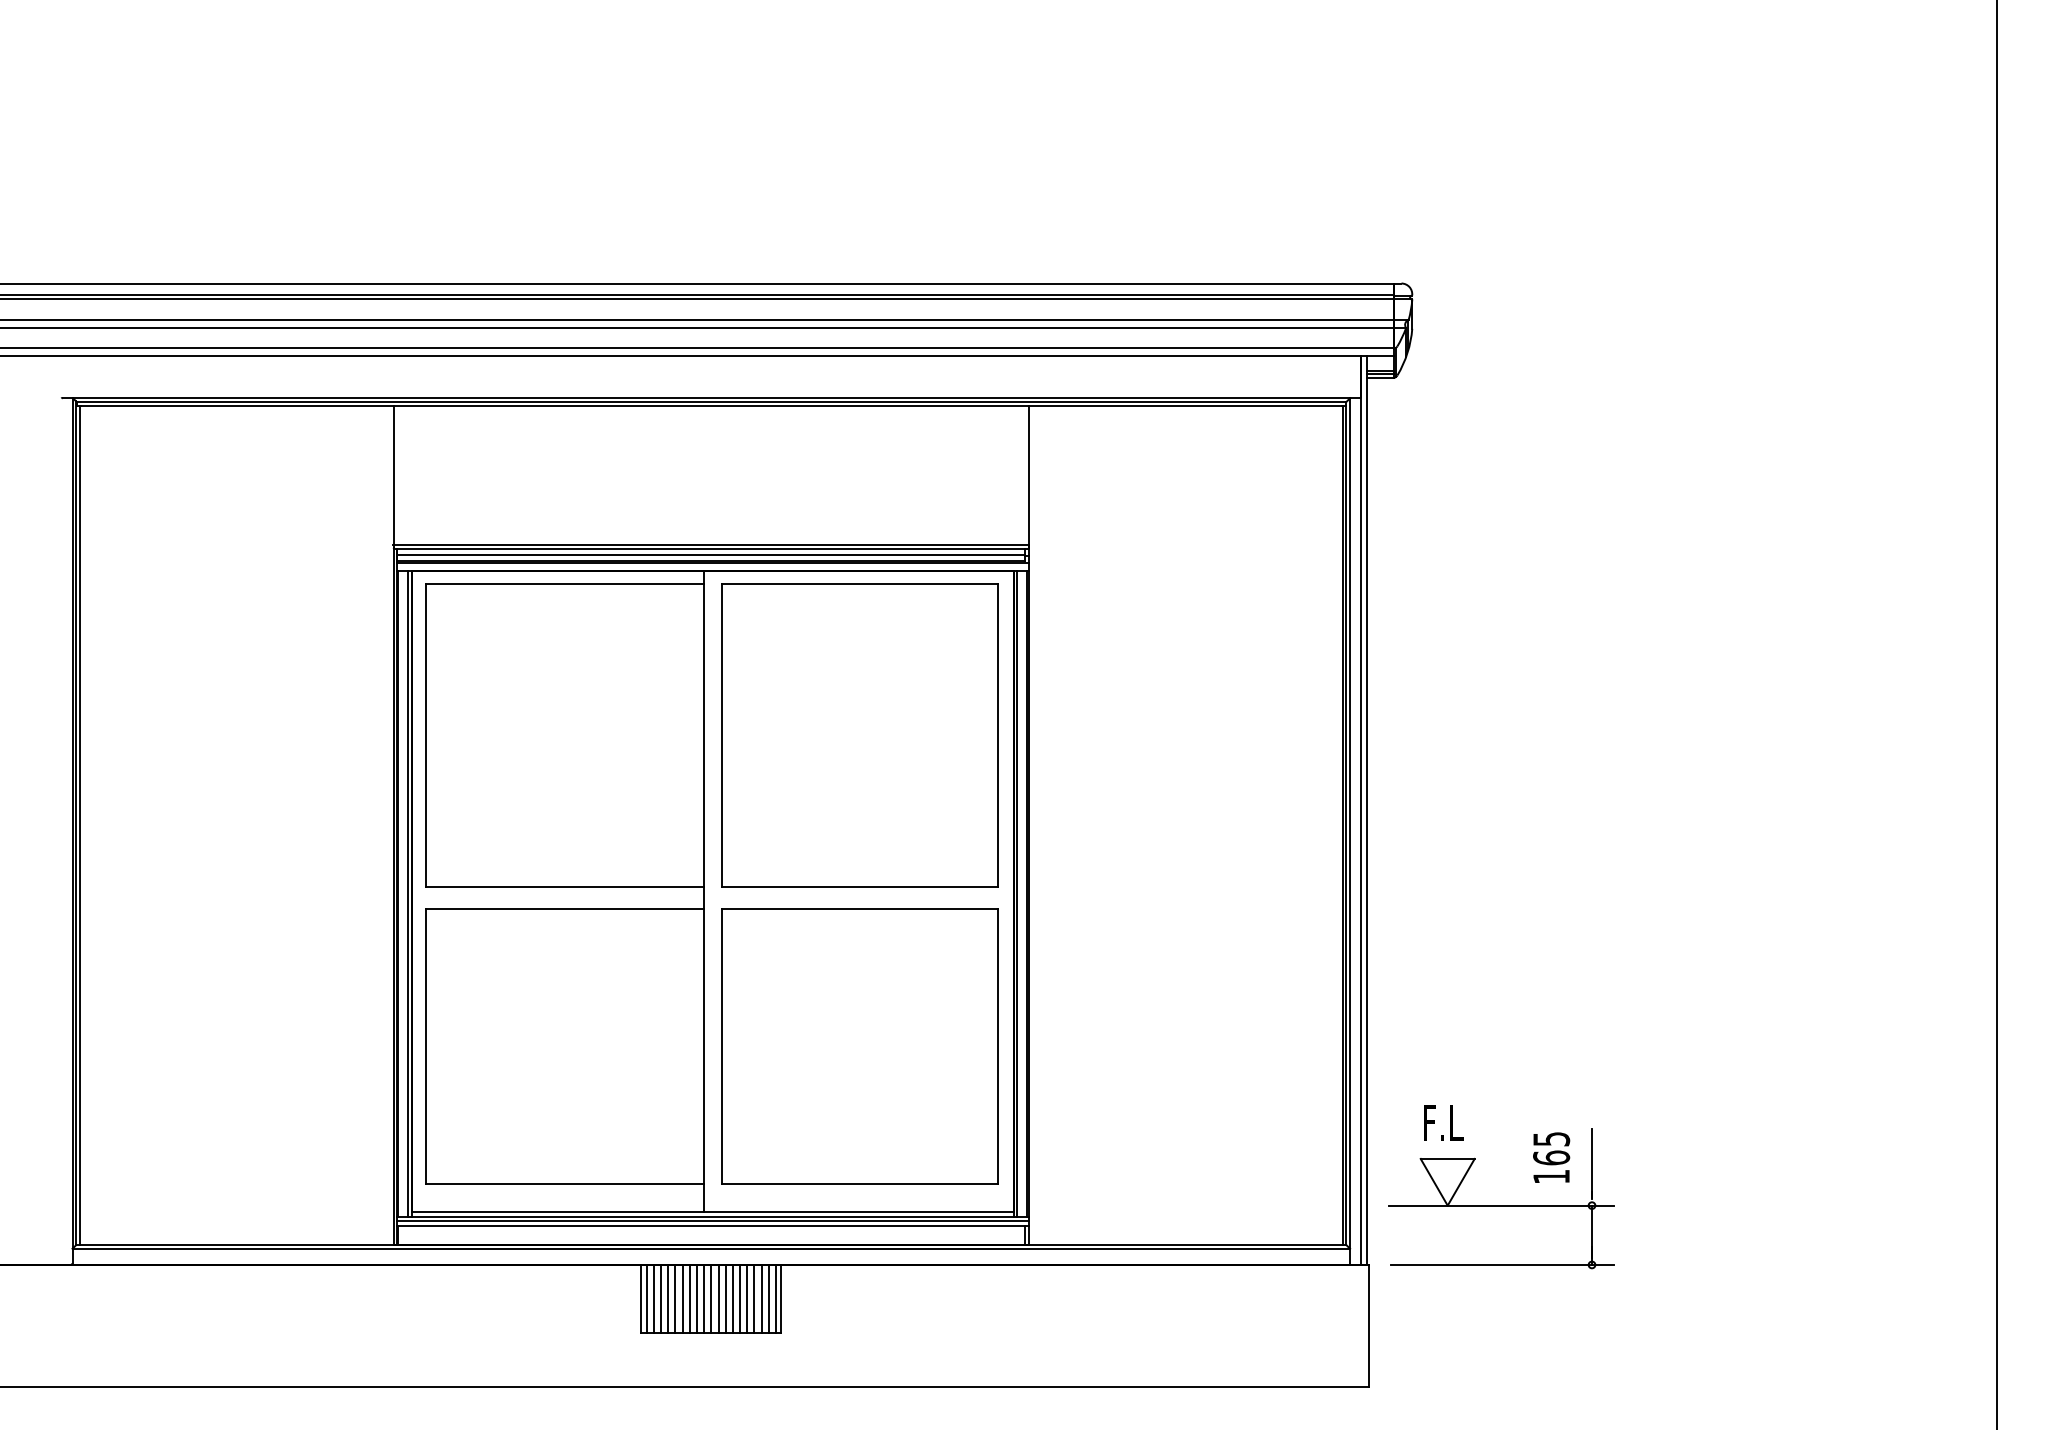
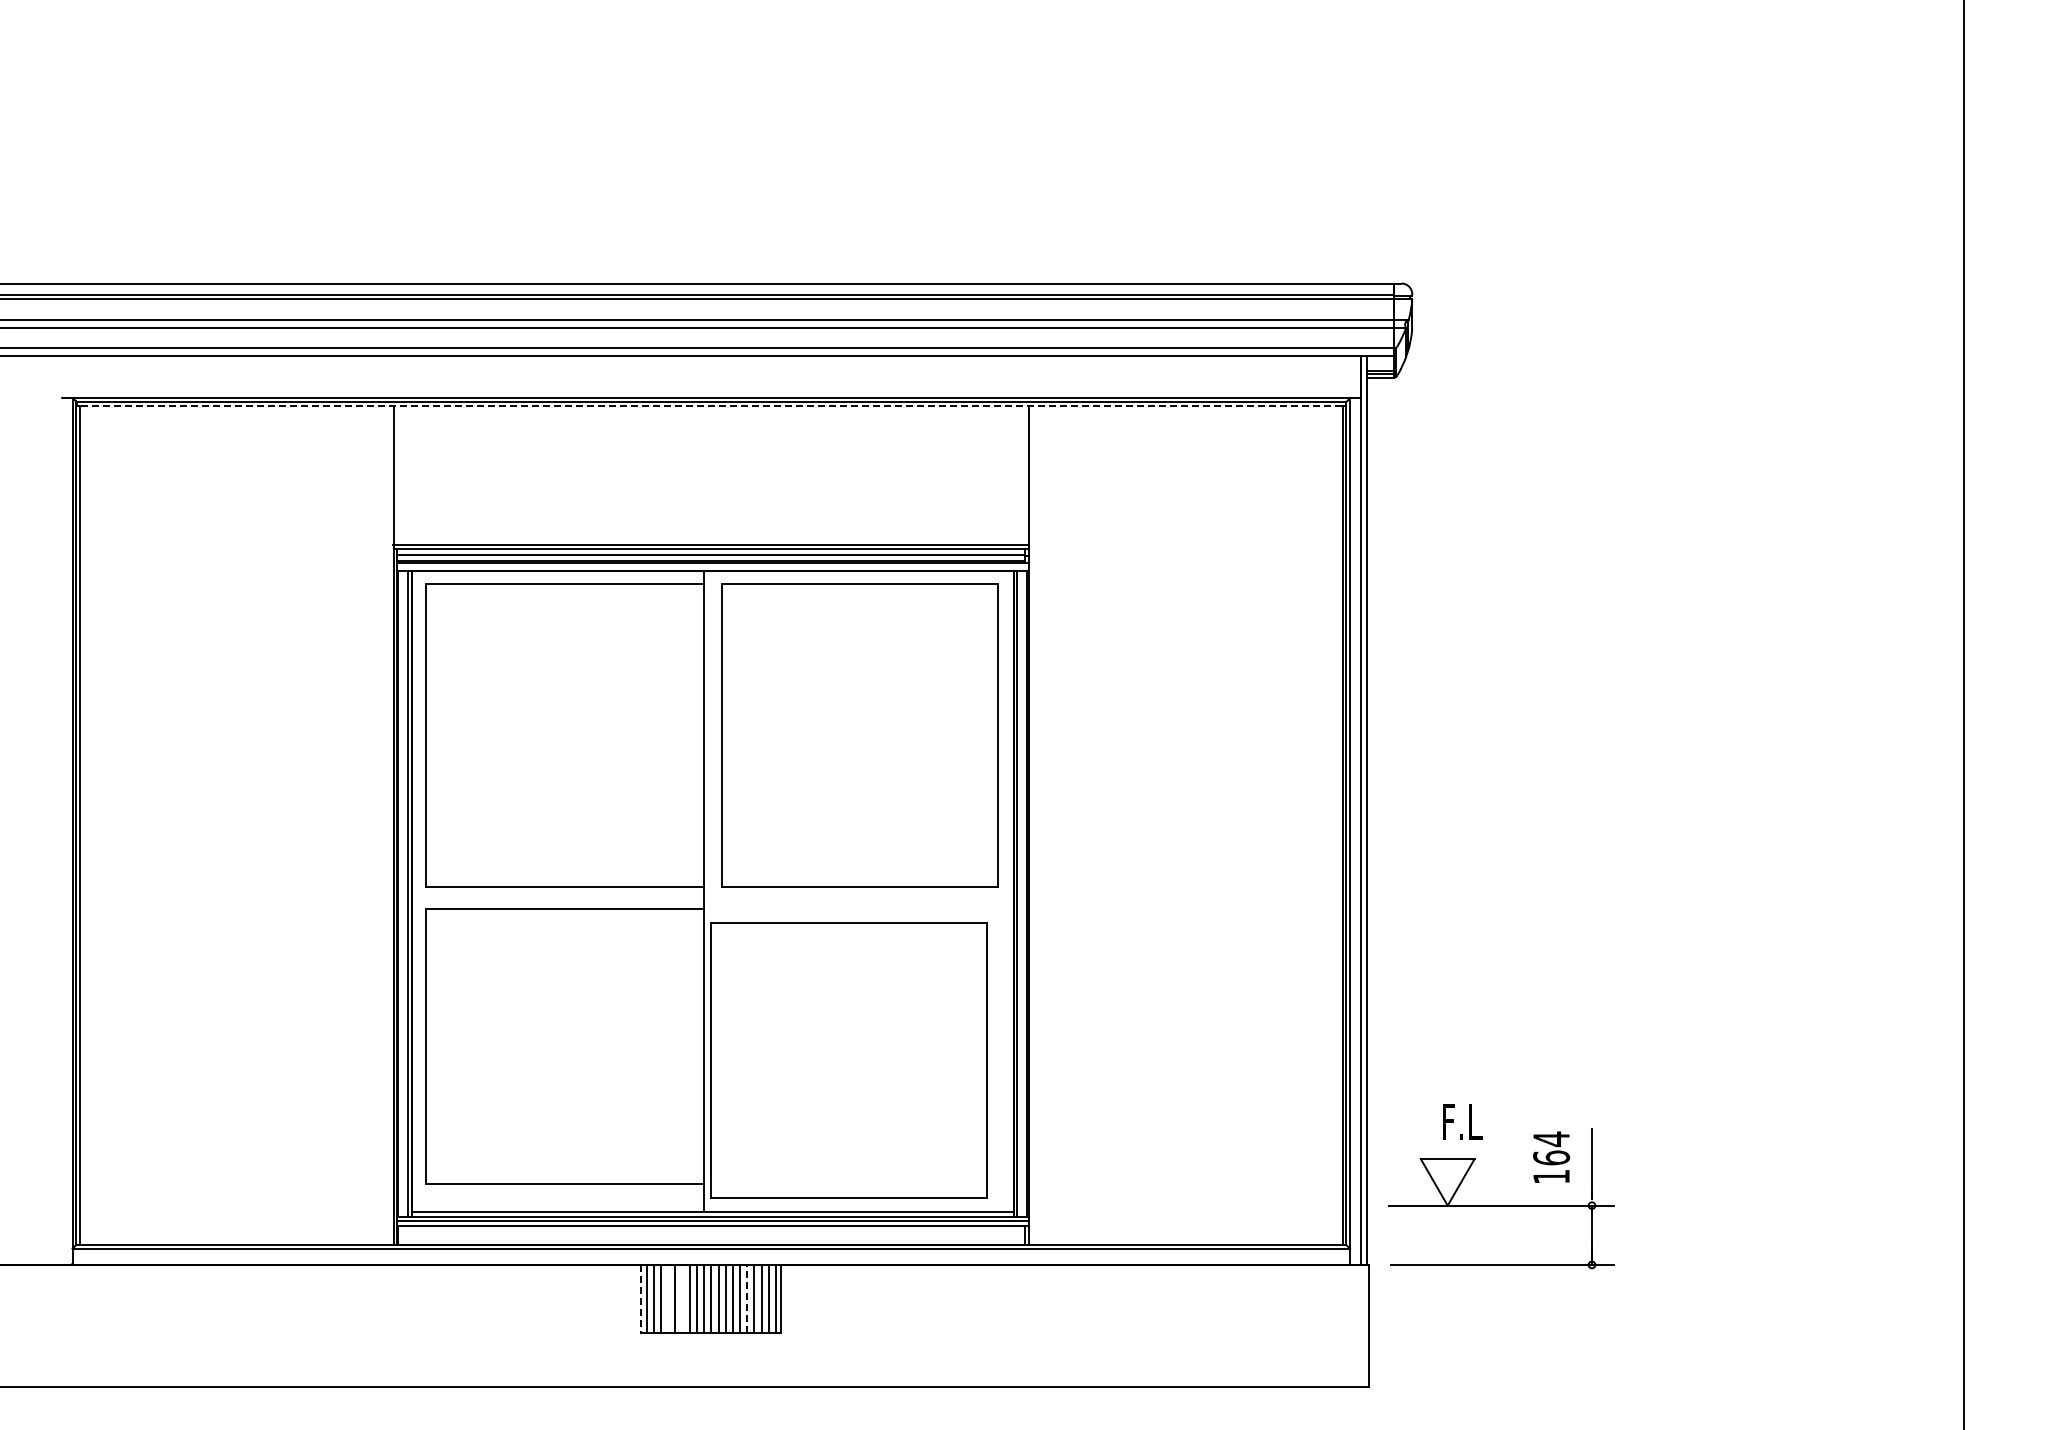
line at (711, 406): solid -> dashed
line at (1997, 714) position: (1997, 714) -> (1964, 714)
part at (859, 1046) position: (859, 1046) -> (848, 1060)
text at (1443, 1122) position: (1443, 1122) -> (1462, 1121)
text at (1551, 1139): 165 -> 164
line at (668, 1298): present -> none
line at (682, 1298): present -> none
line at (747, 1298): solid -> dashed
line at (641, 1299): solid -> dashed
